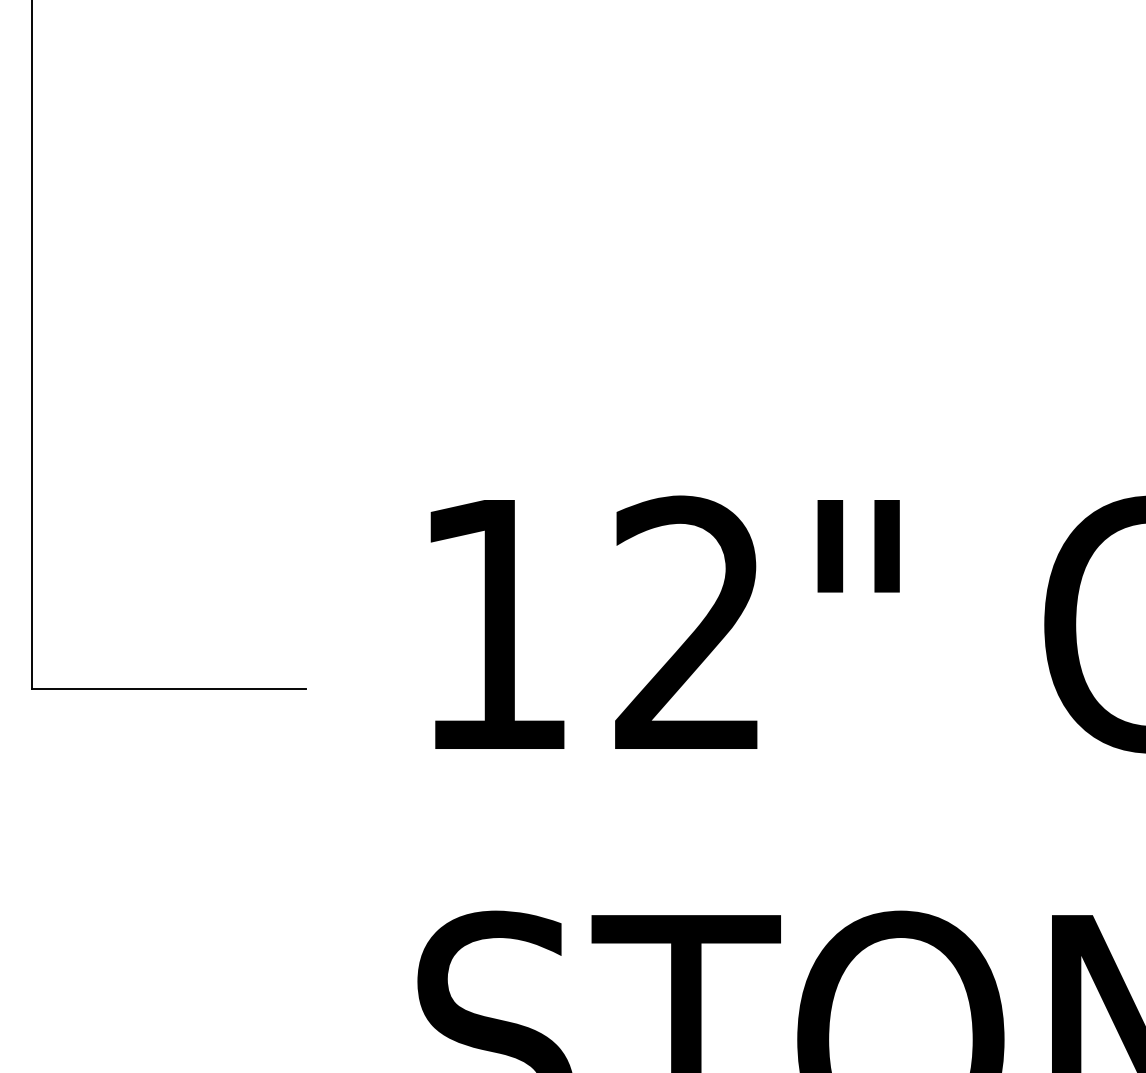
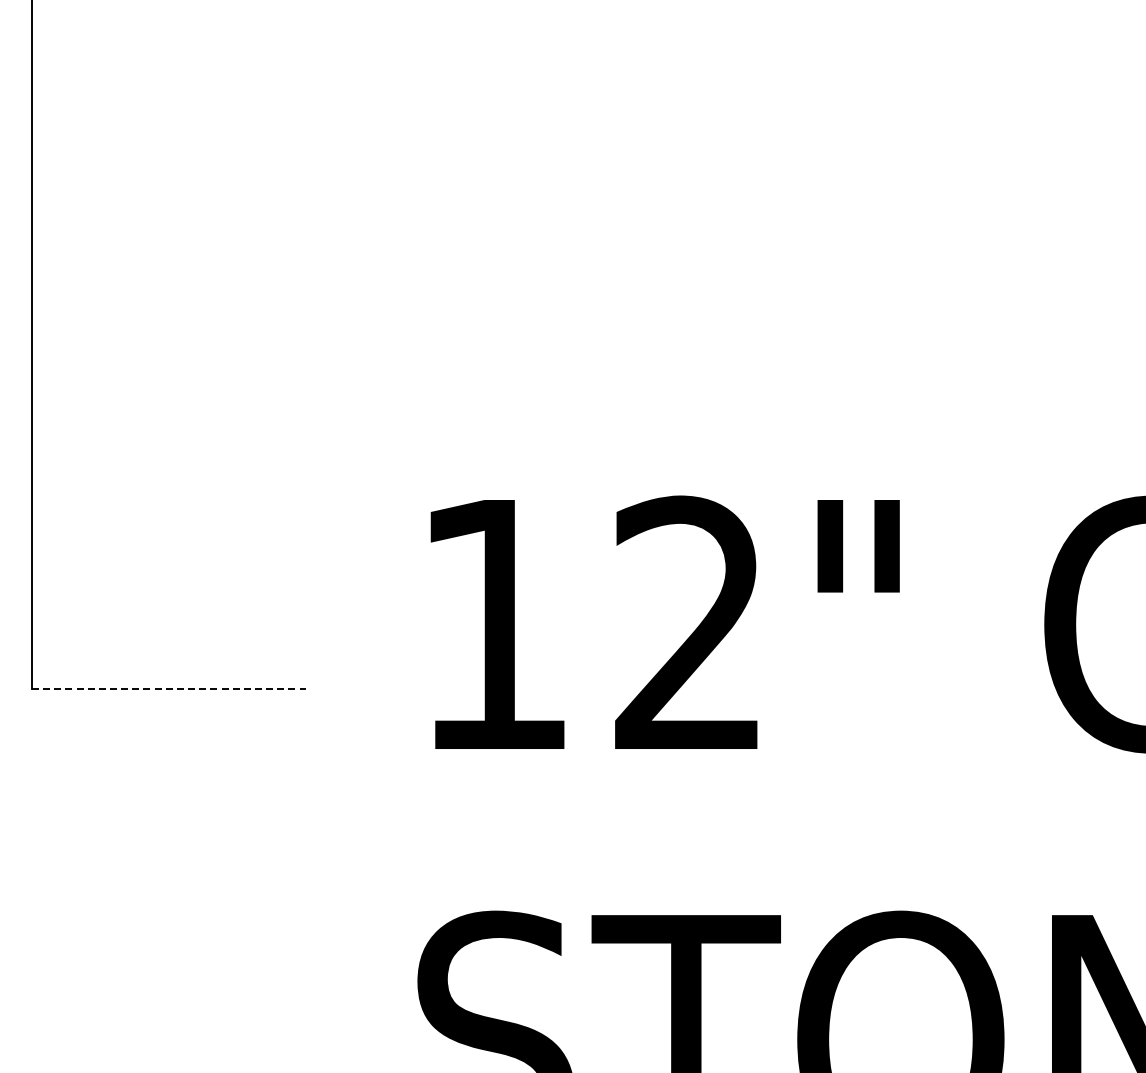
line at (169, 689): solid -> dashed
